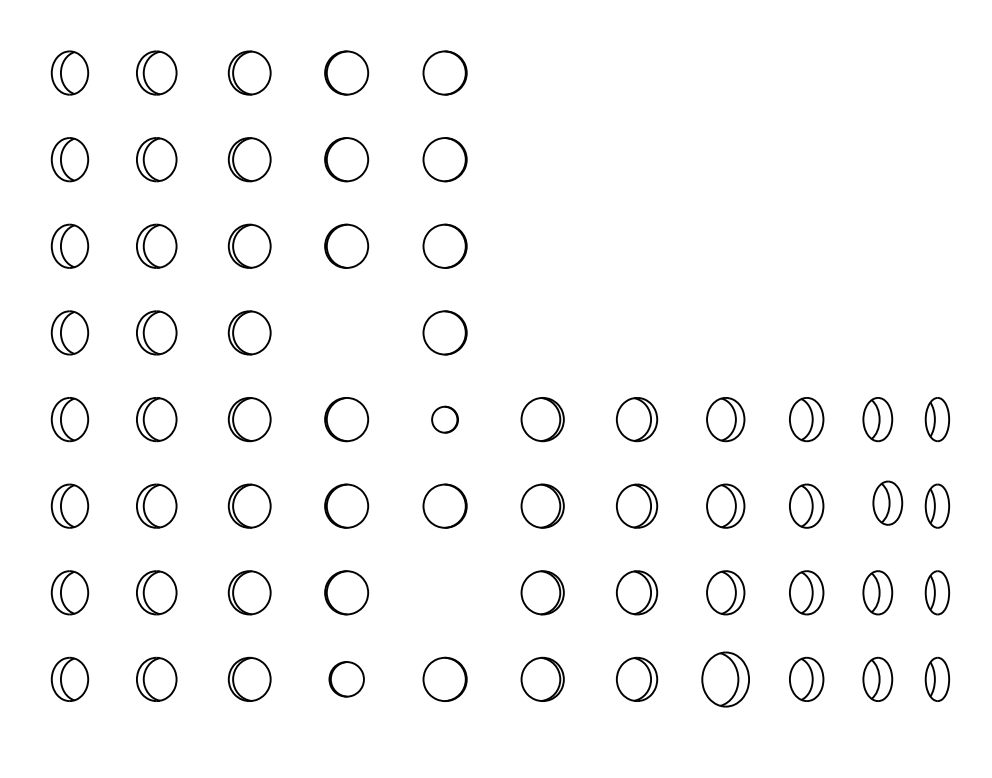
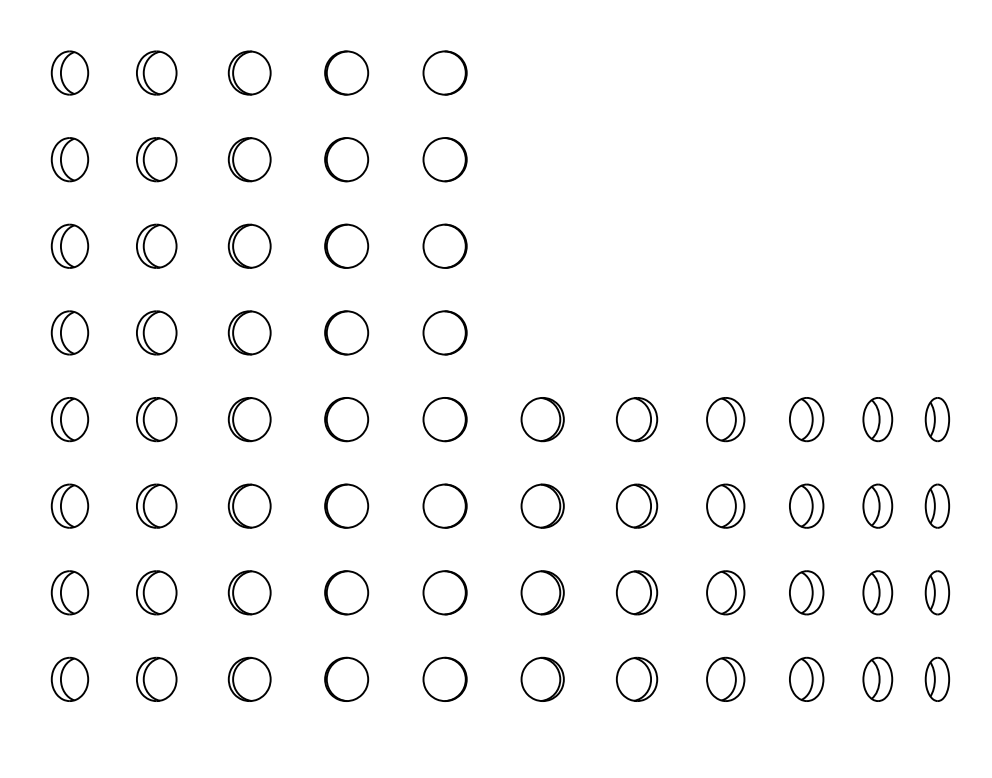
part at (346, 332): none -> present
part at (444, 419) size: 28x29 px -> 46x46 px
part at (887, 502) position: (887, 502) -> (877, 505)
part at (444, 592): none -> present
part at (346, 679) size: 37x37 px -> 46x46 px
part at (725, 679) size: 49x57 px -> 40x46 px
